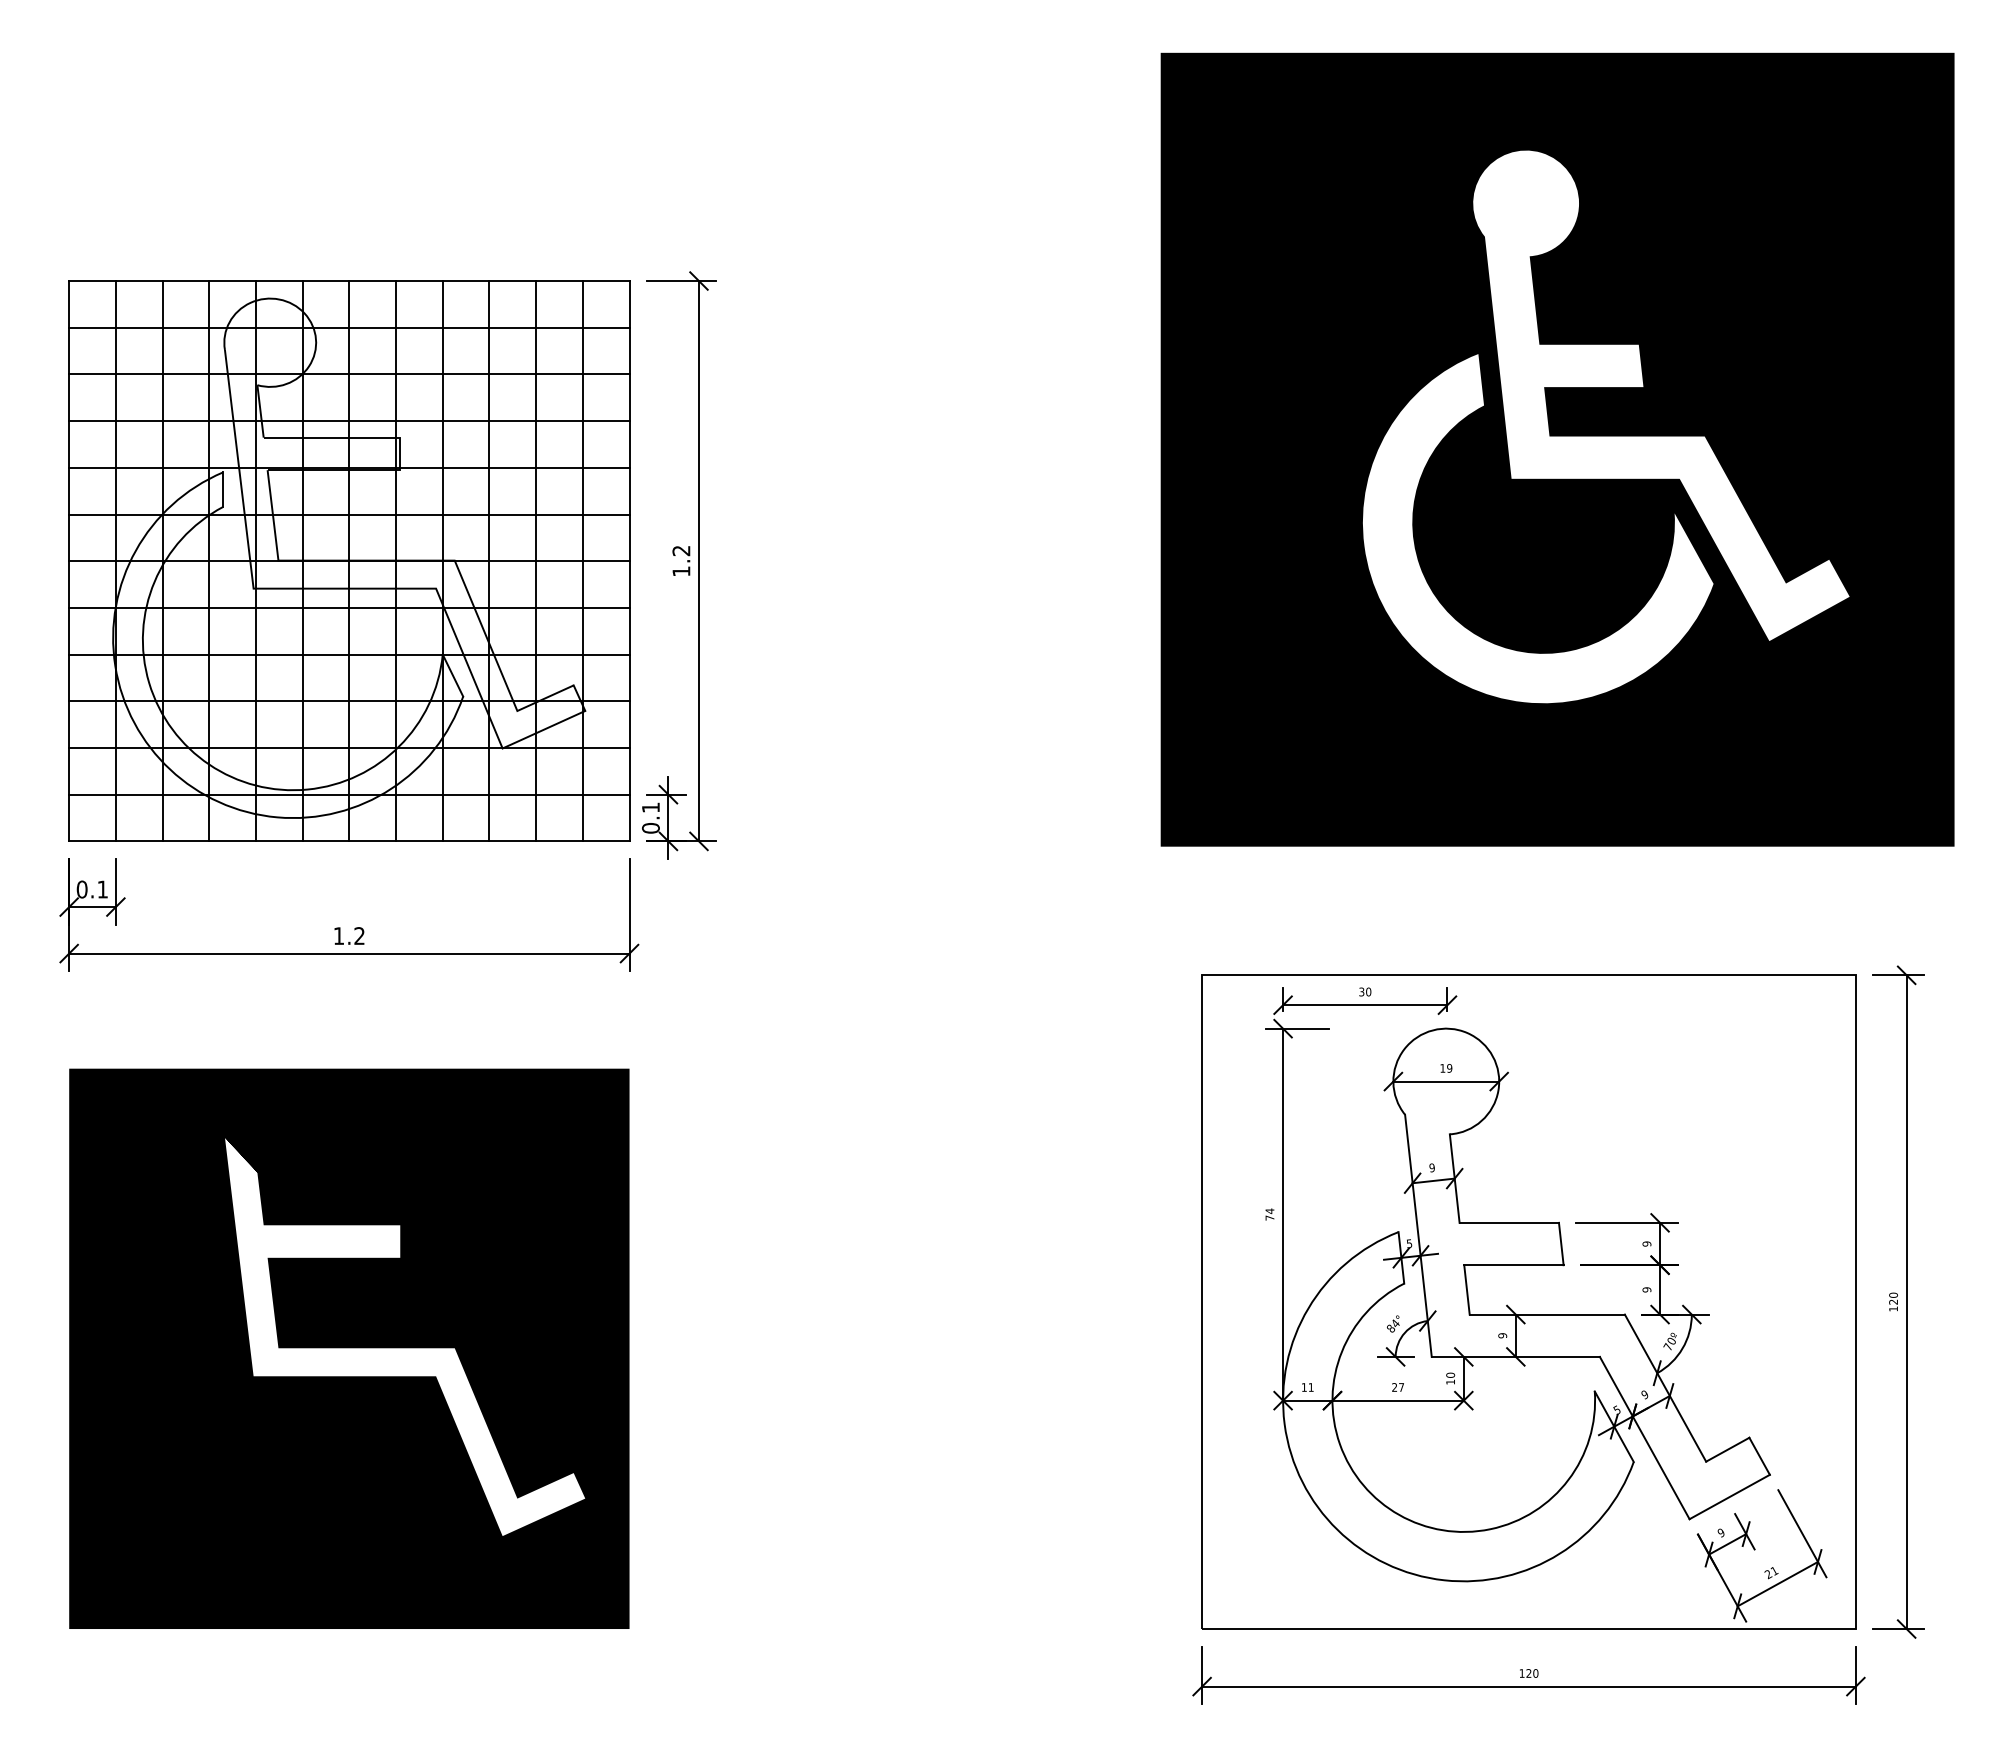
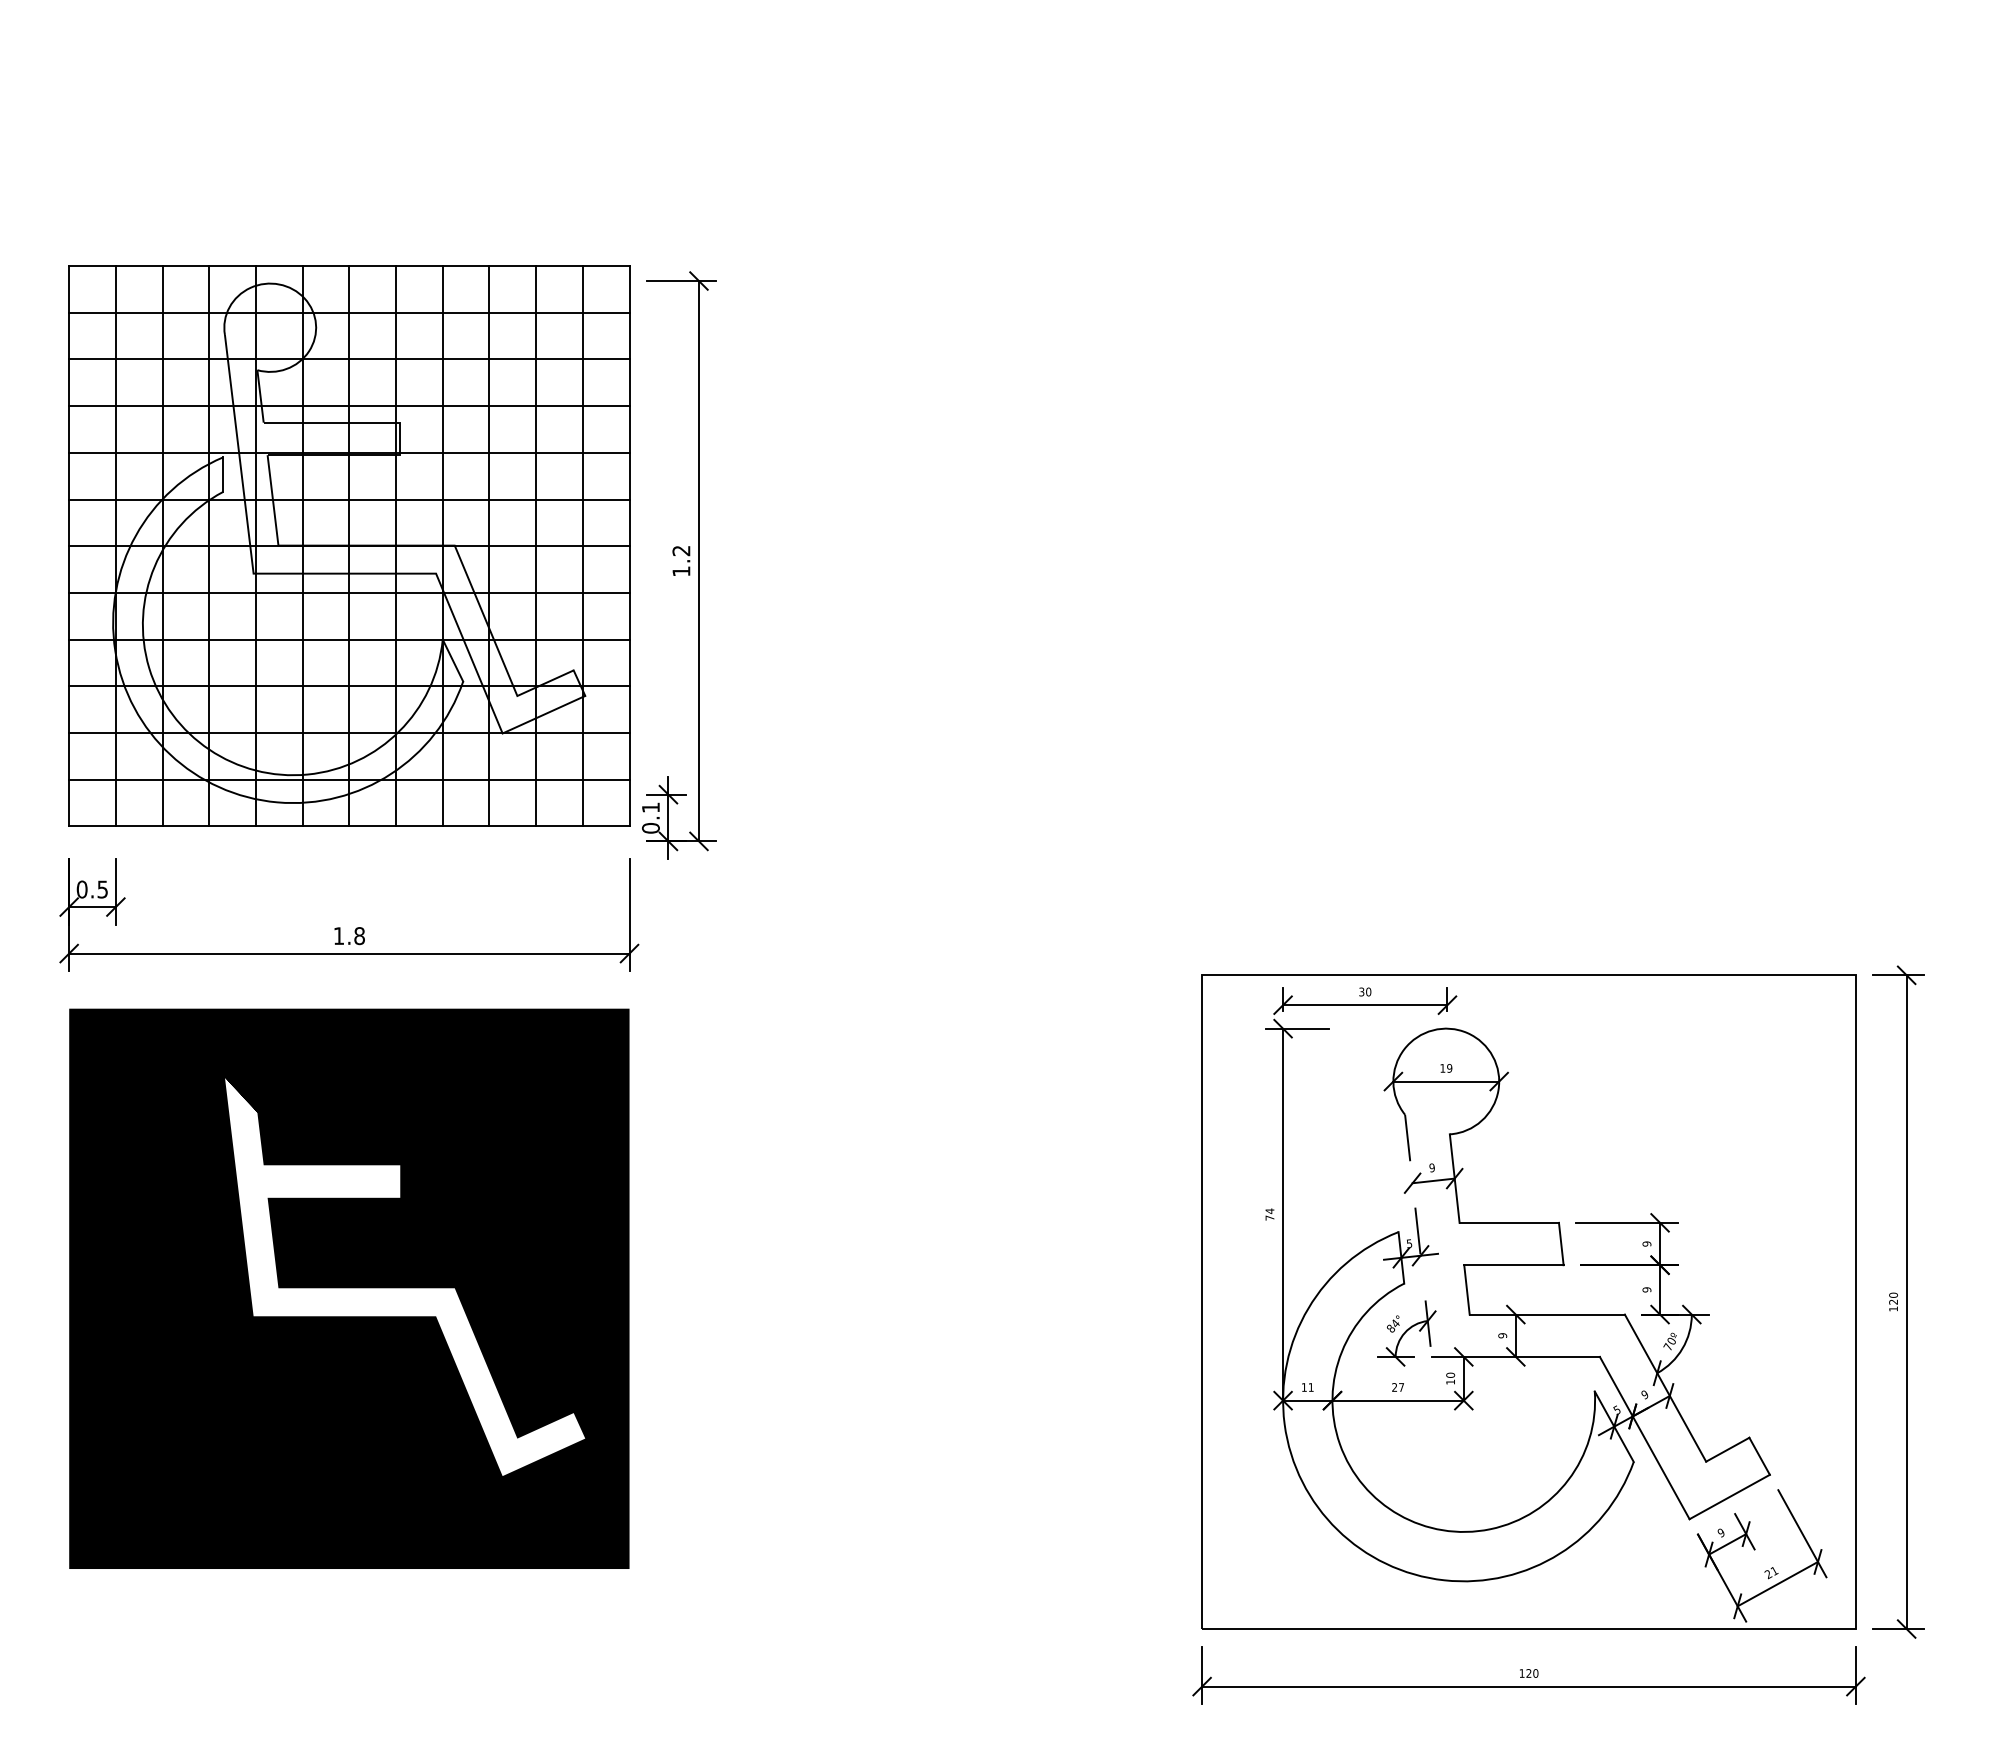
part at (1557, 449): present -> none
part at (349, 560) position: (349, 560) -> (349, 545)
text at (102, 889): 0.1 -> 0.5
text at (359, 936): 1.2 -> 1.8
line at (1418, 1235): solid -> dashed
part at (349, 1348) position: (349, 1348) -> (349, 1288)
